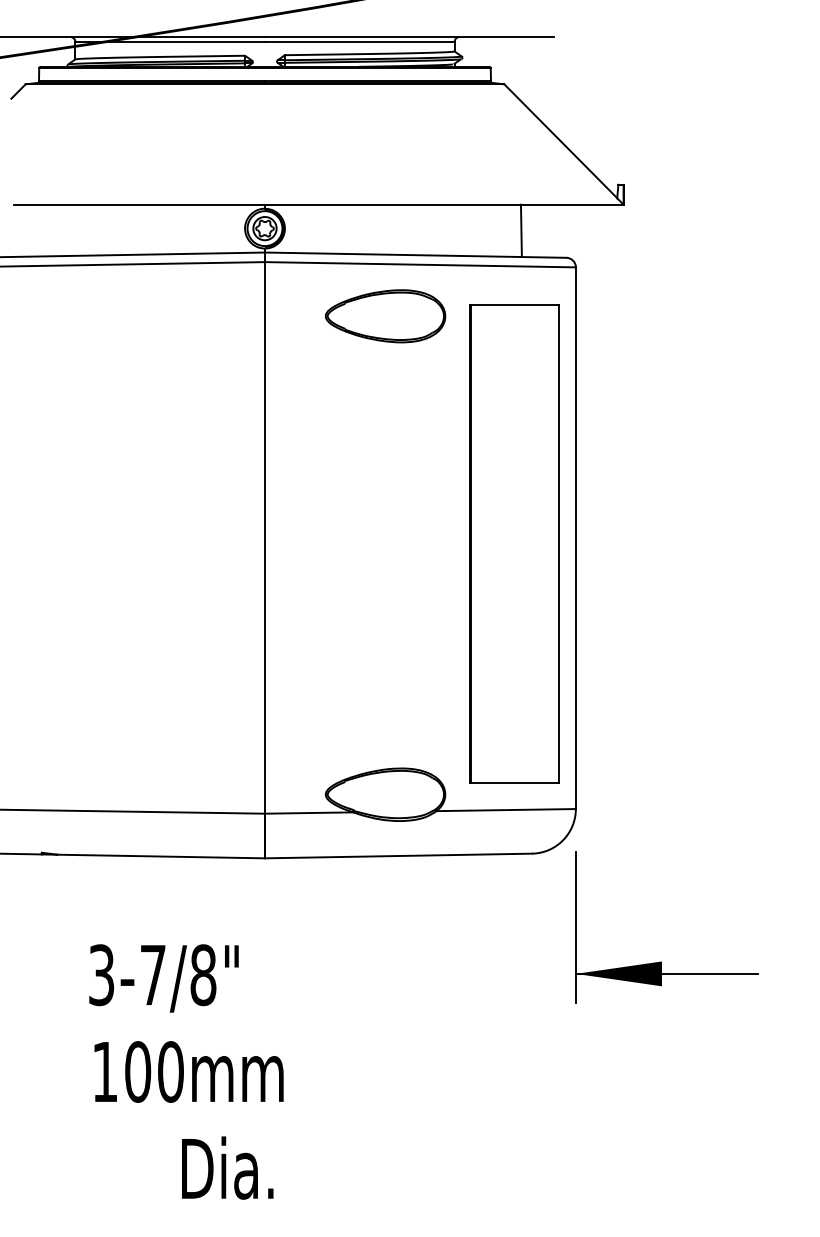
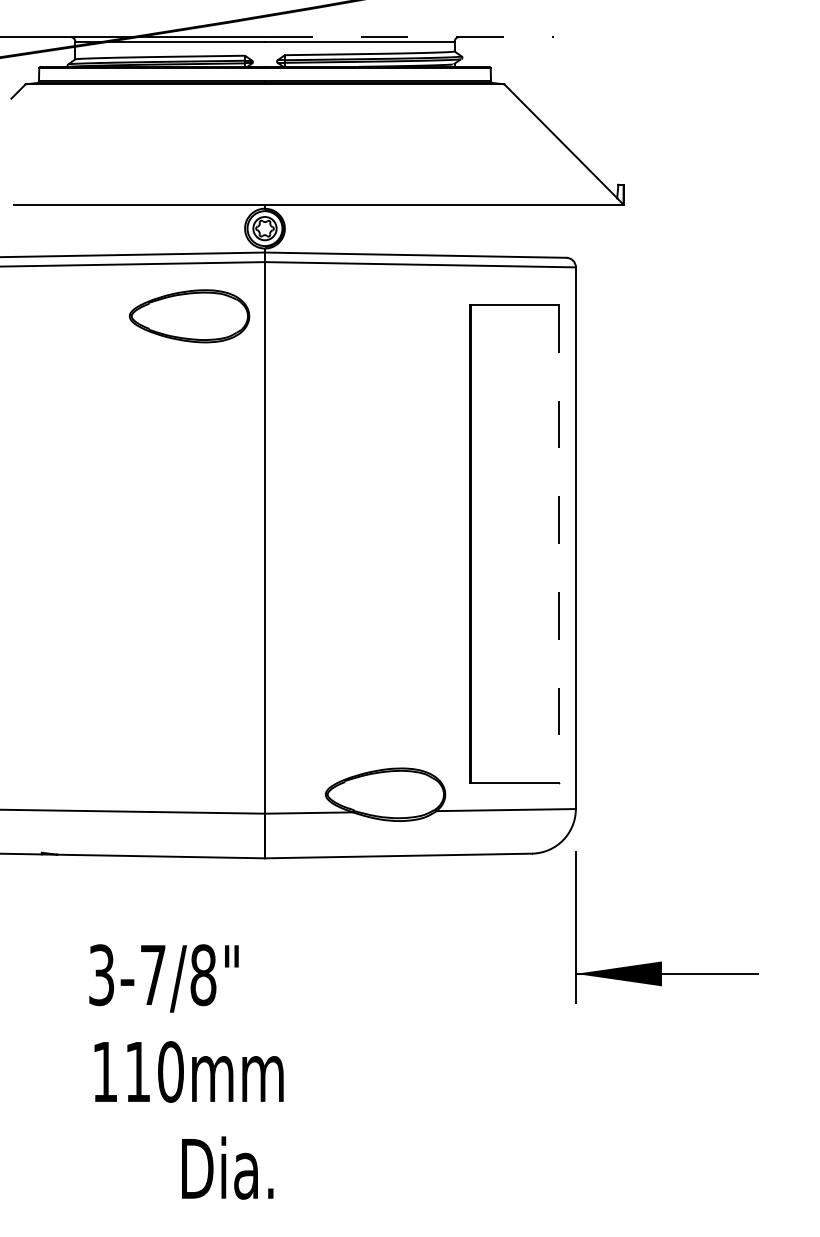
line at (409, 37): solid -> dashed
line at (520, 230): present -> none
part at (385, 316) position: (385, 316) -> (189, 316)
line at (559, 544): solid -> dashed
text at (138, 1071): 100mm -> 110mm
